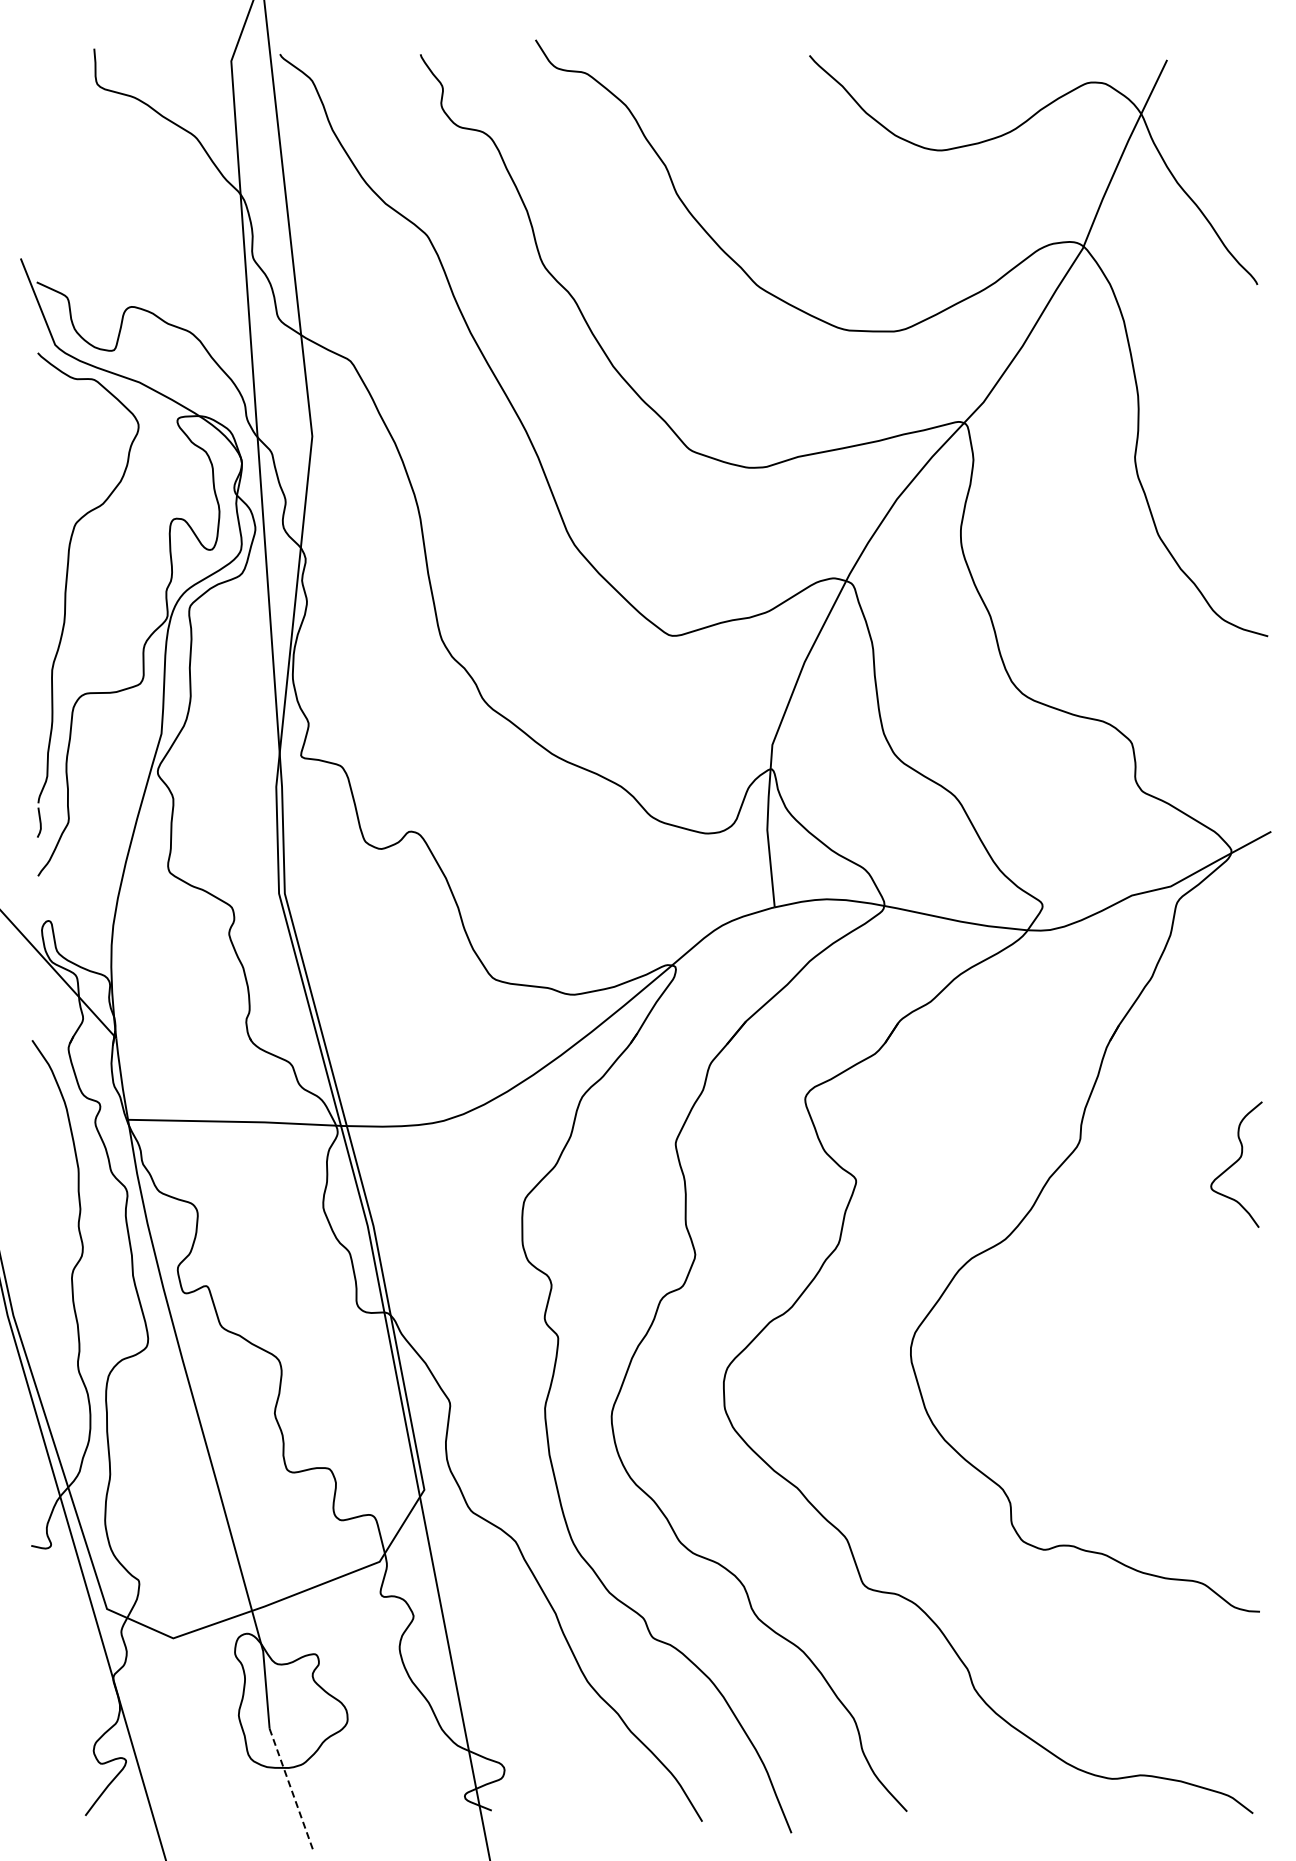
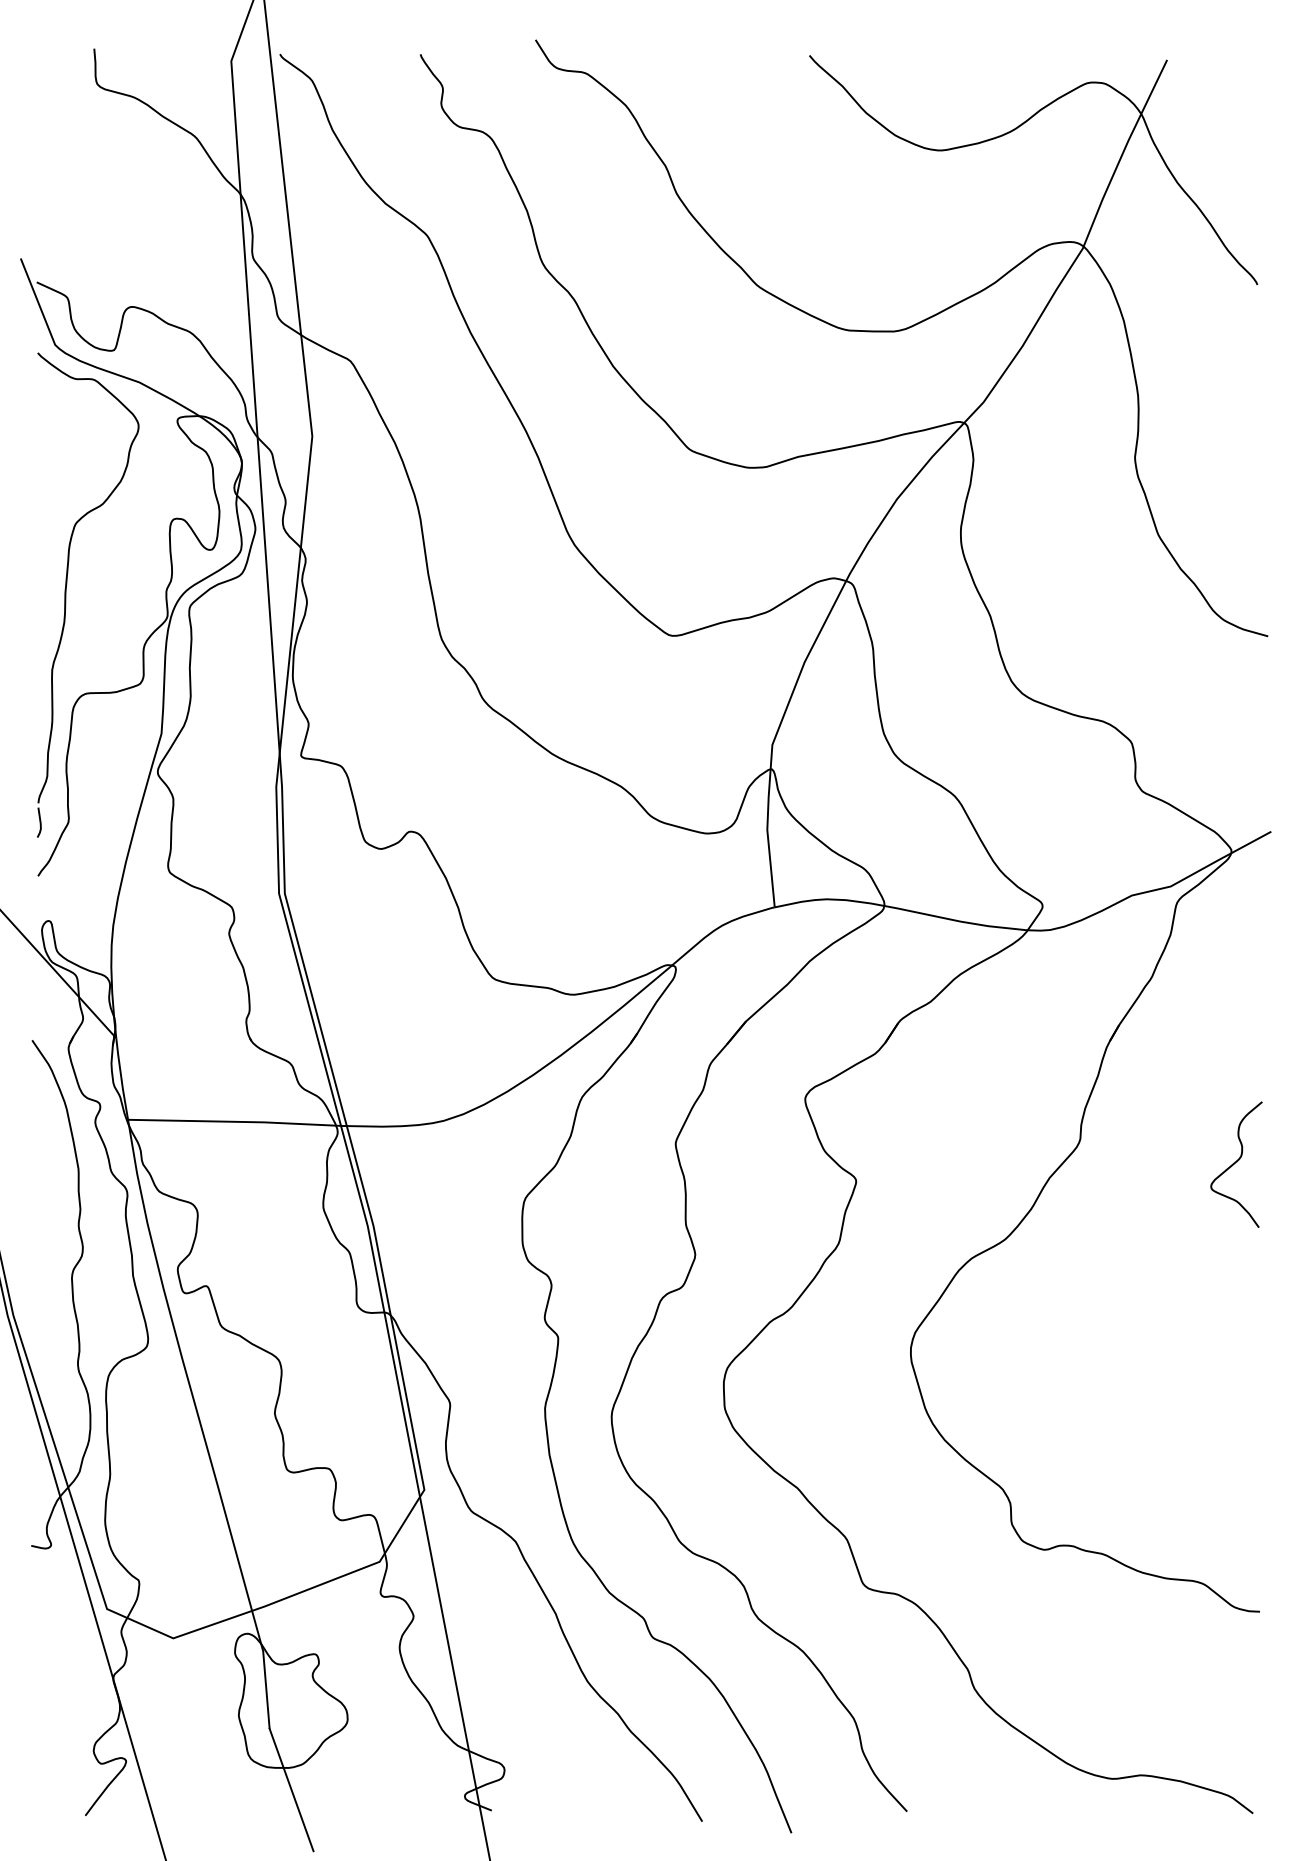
line at (291, 1790): dashed -> solid
